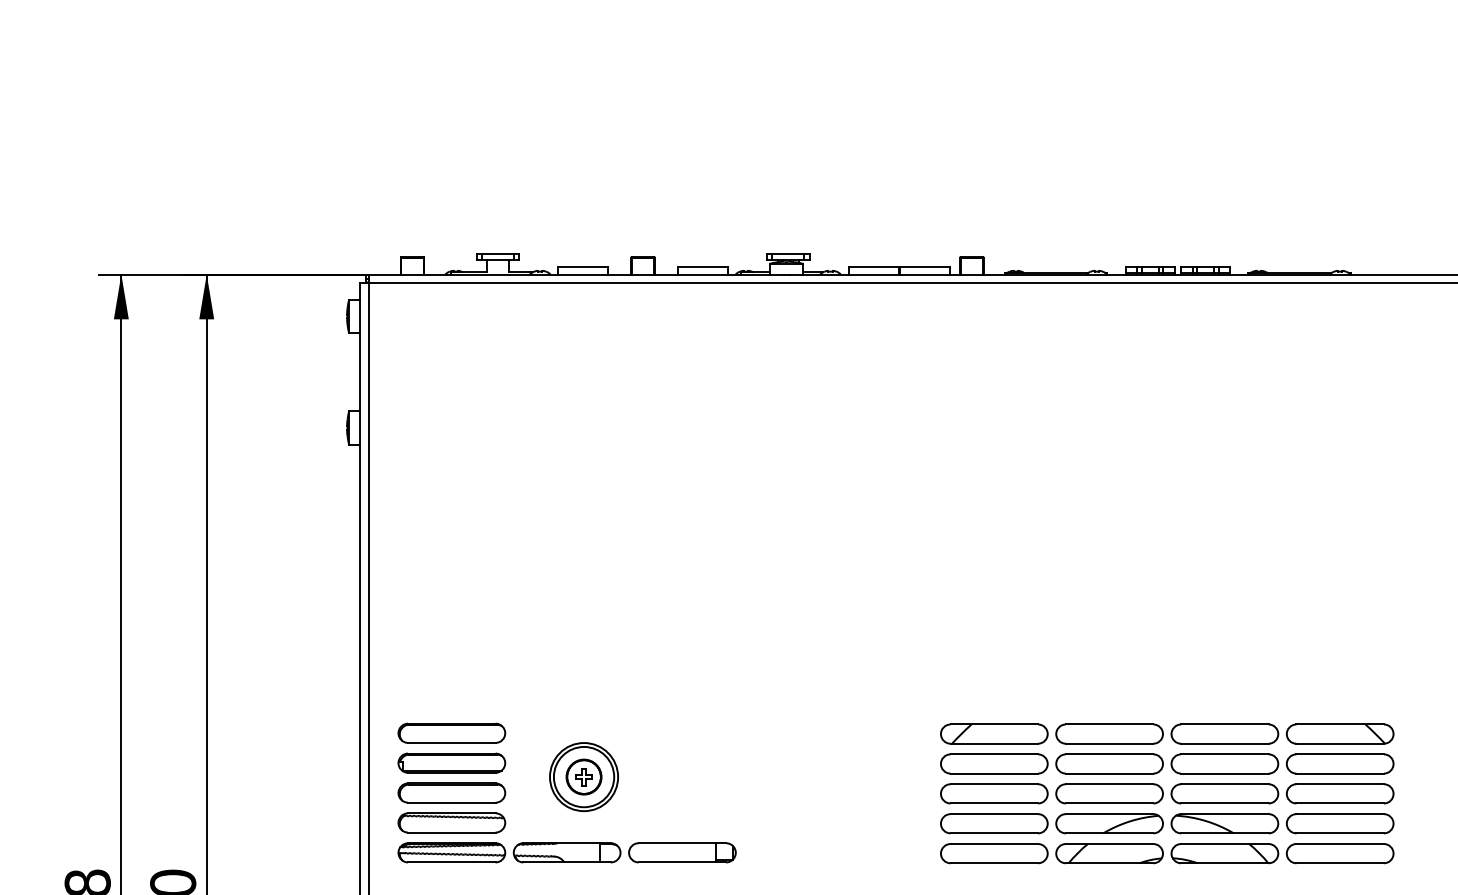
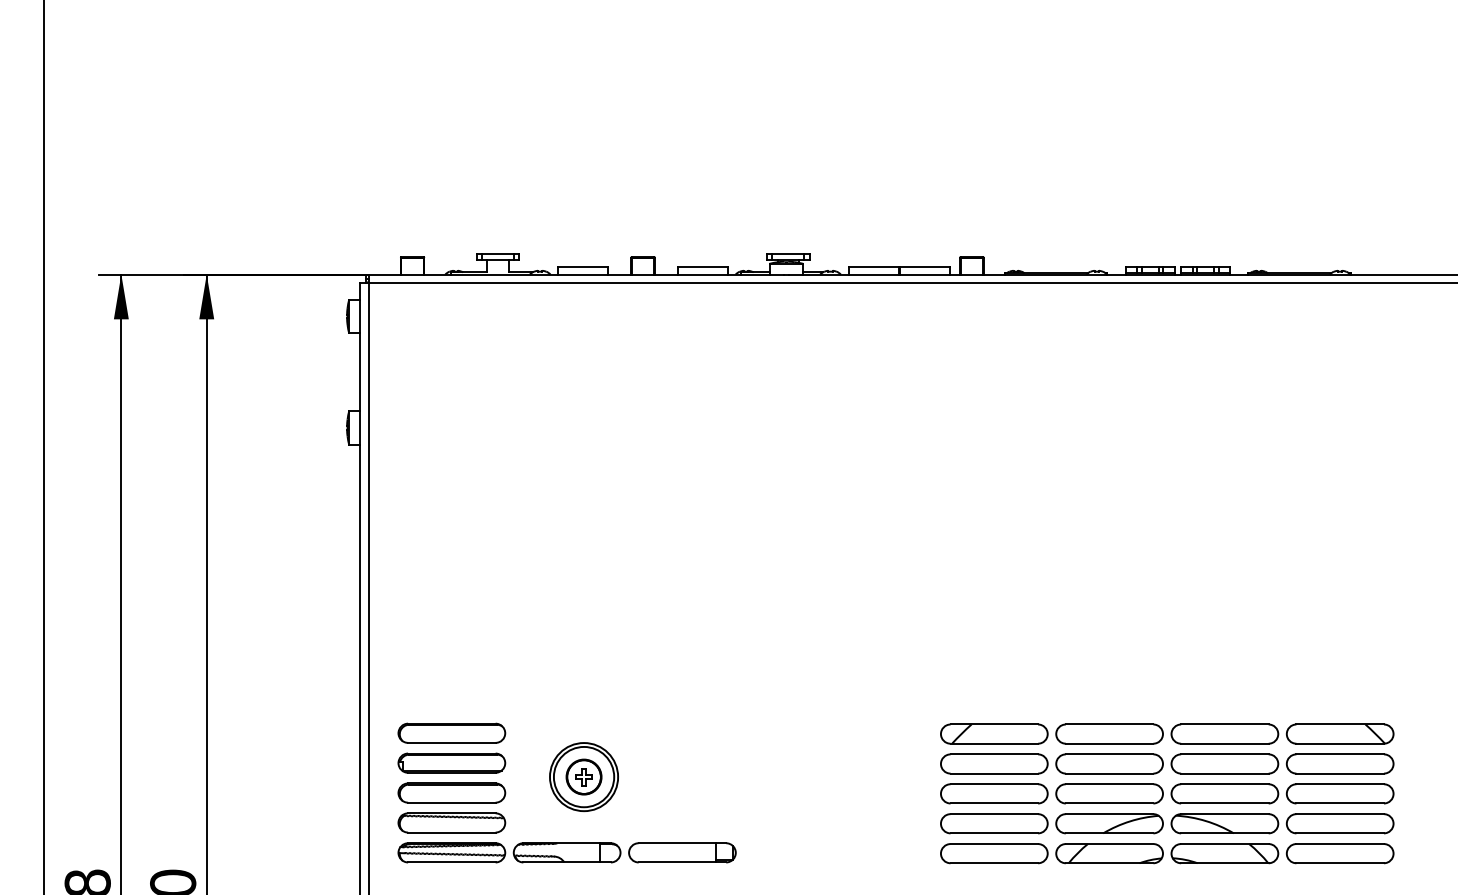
line at (43, 446): none -> present
